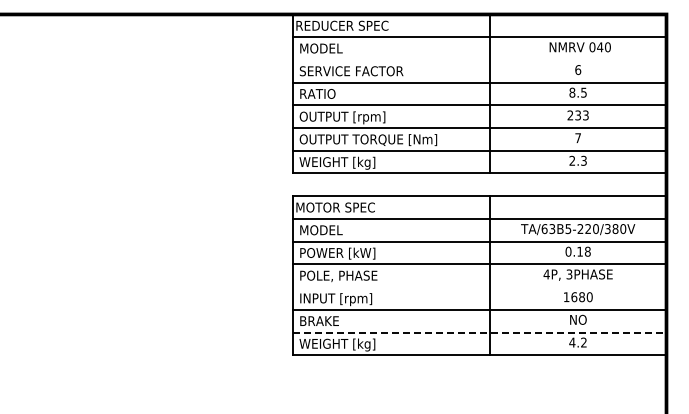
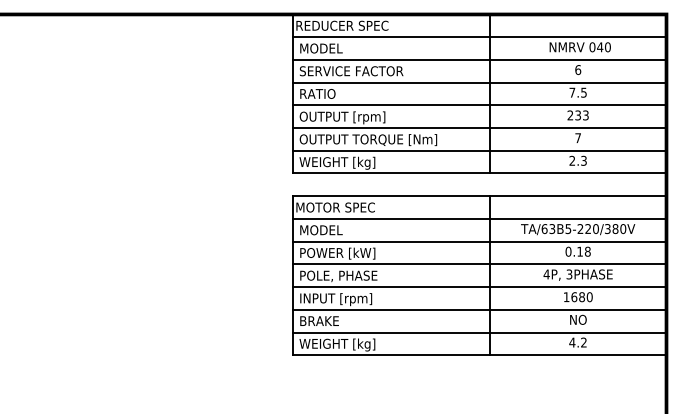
line at (479, 59): none -> present
text at (572, 92): 8.5 -> 7.5
line at (479, 287): none -> present
line at (479, 332): dashed -> solid
